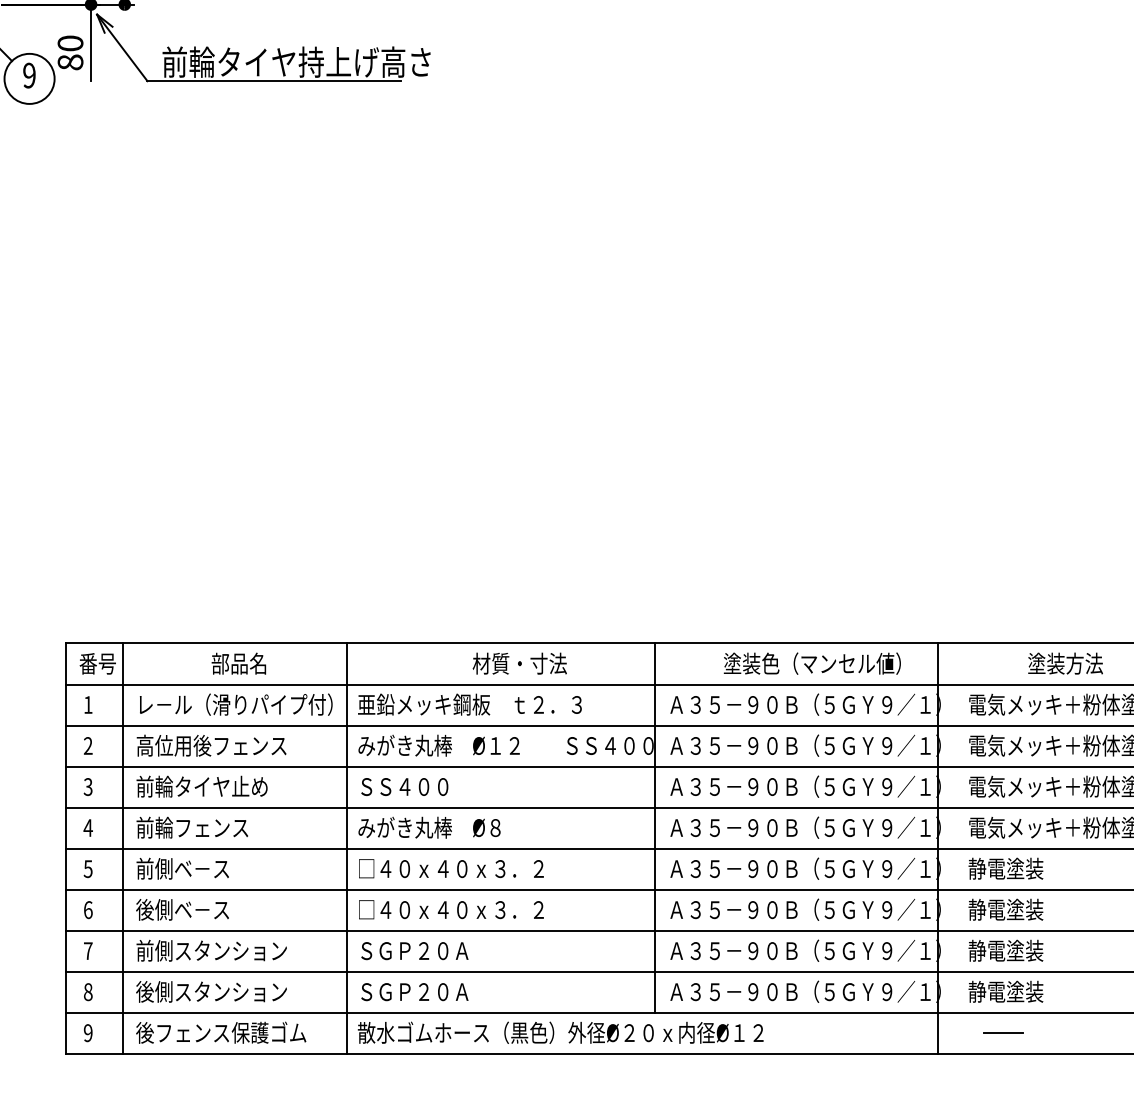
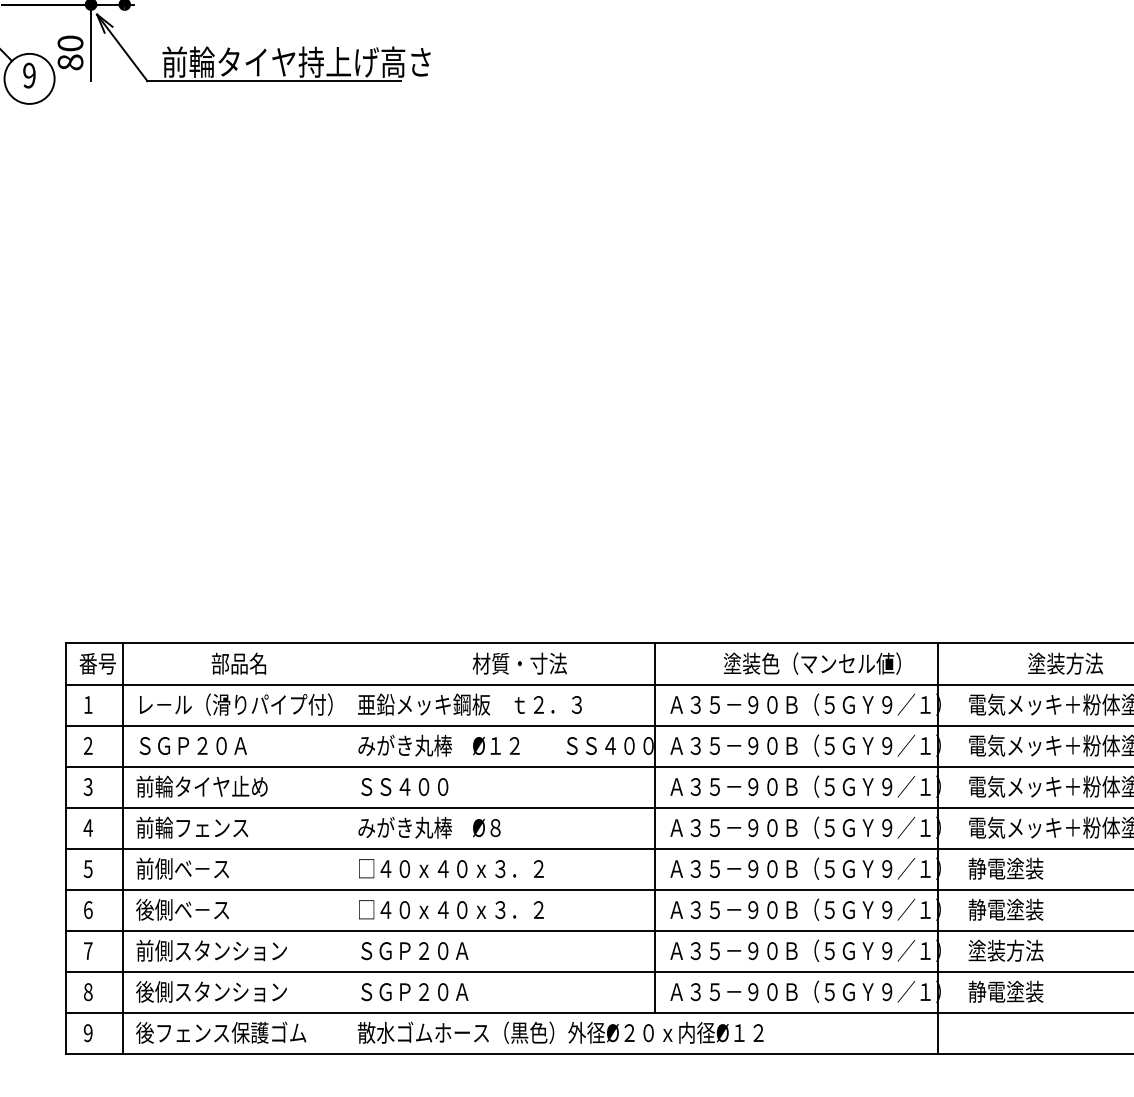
text at (211, 745): 高位用後フェンス -> ＳＧＰ２０Ａ
line at (347, 848): present -> none
text at (1005, 950): 静電塗装 -> 塗装方法
line at (1002, 1033): present -> none
